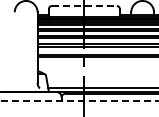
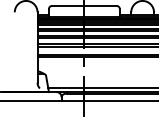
line at (84, 6): dashed -> solid
line at (78, 101): dashed -> solid
